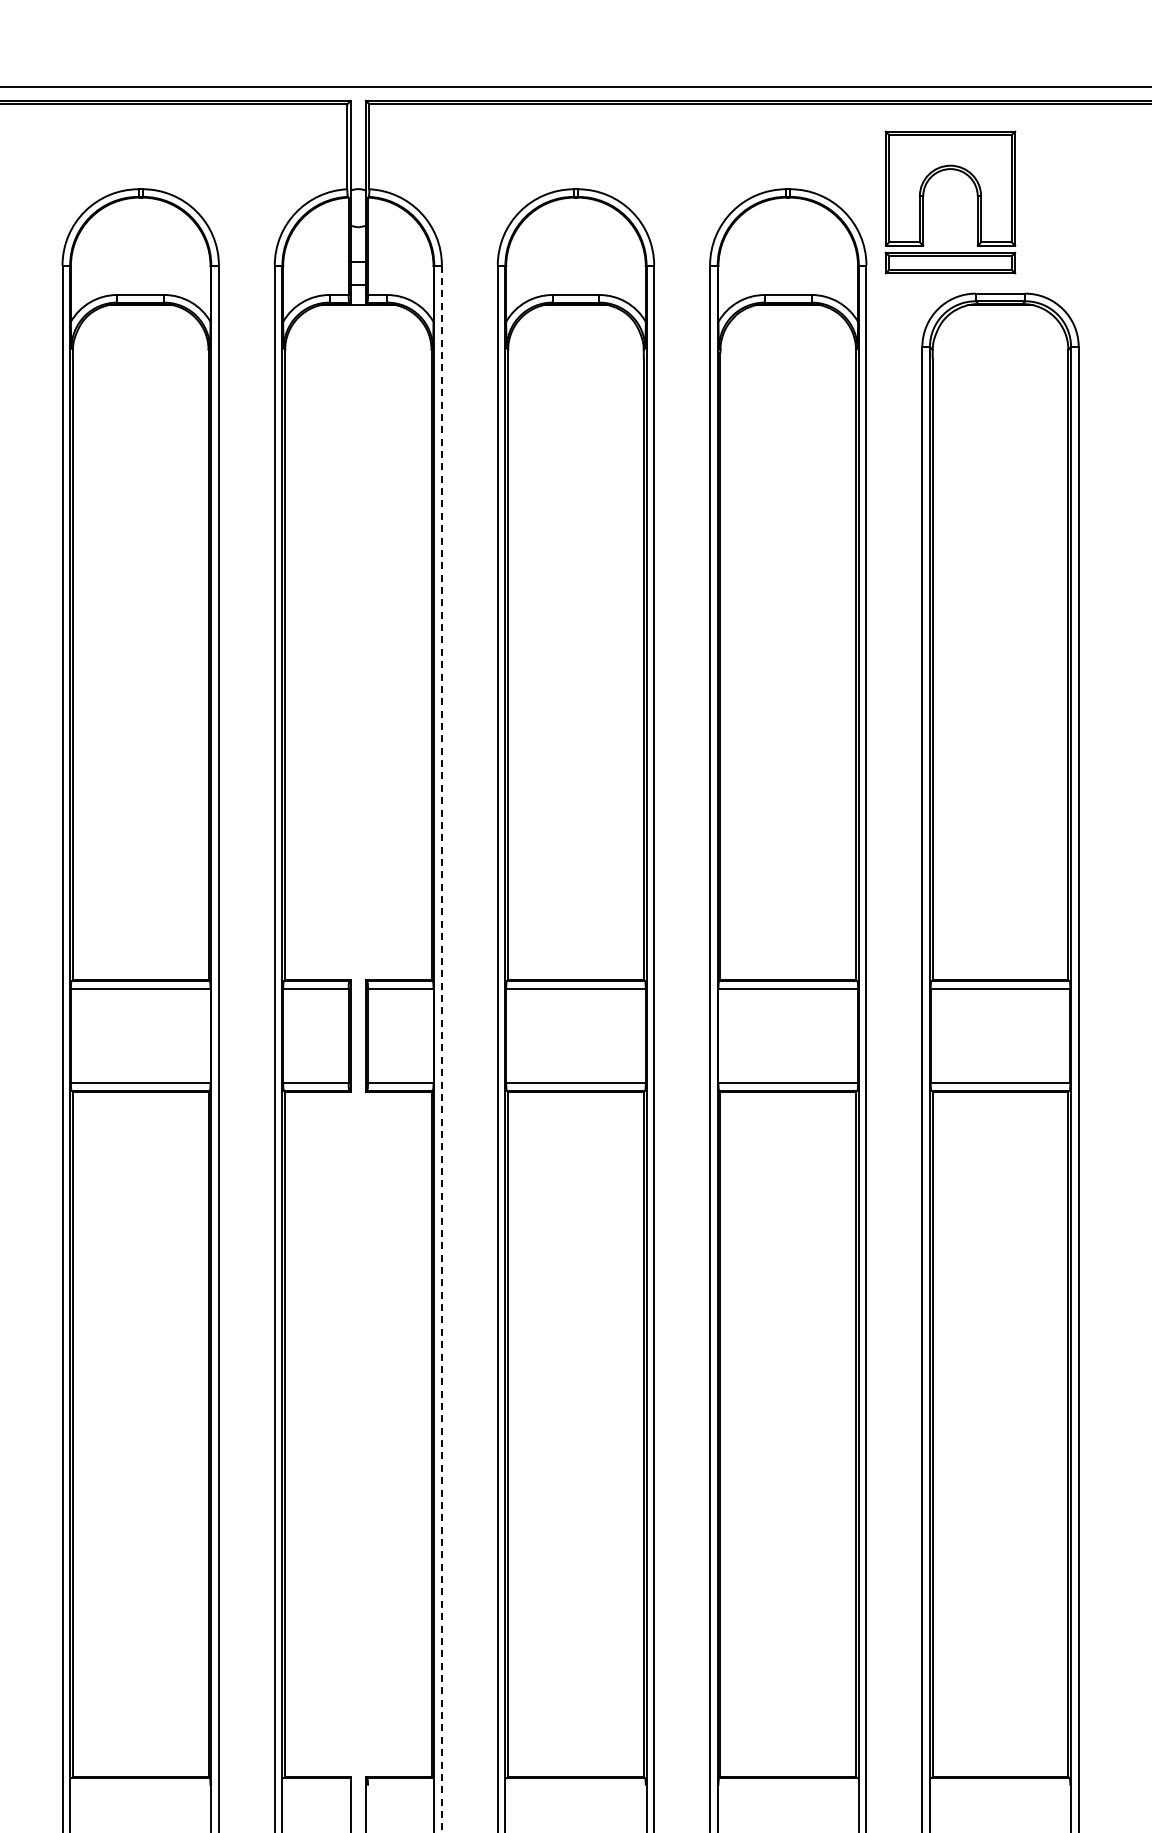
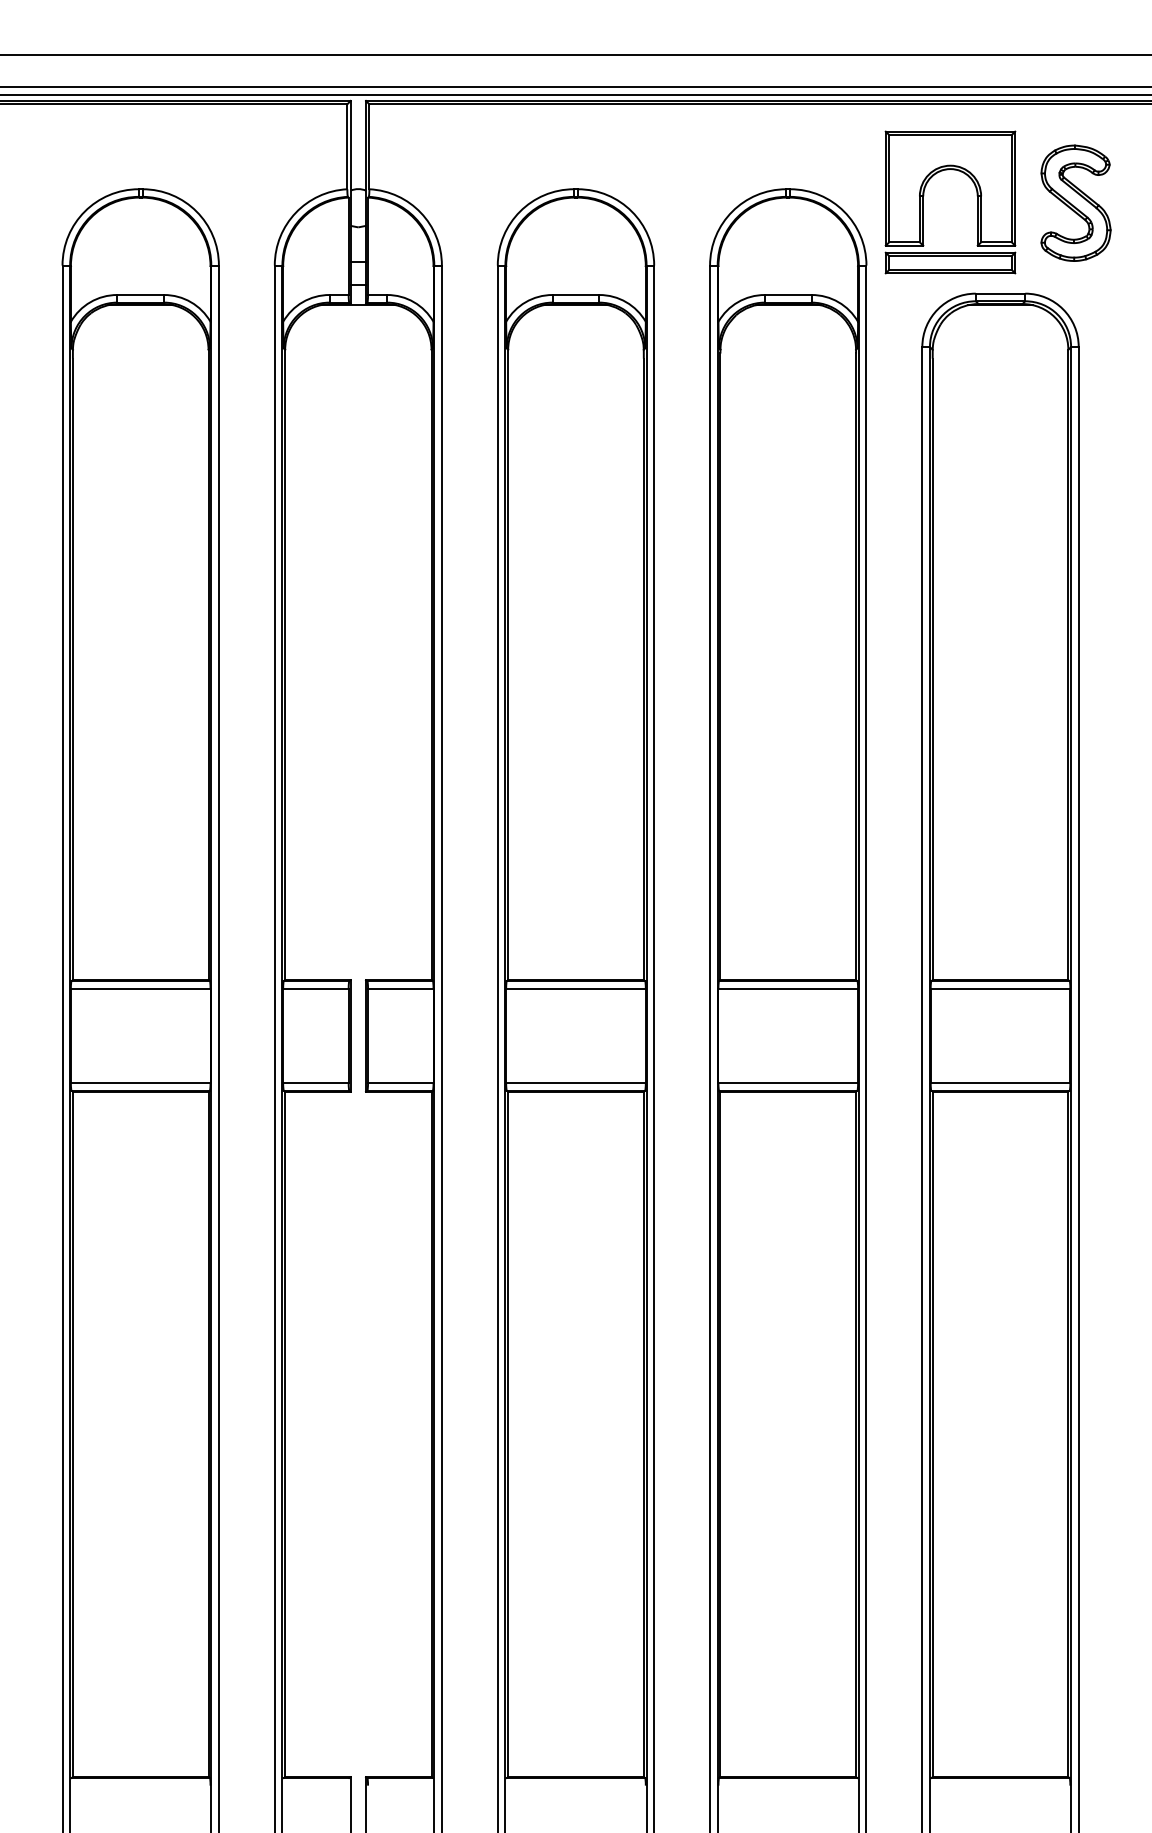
line at (575, 54): none -> present
line at (575, 94): none -> present
part at (1075, 202): none -> present
line at (441, 1049): dashed -> solid
